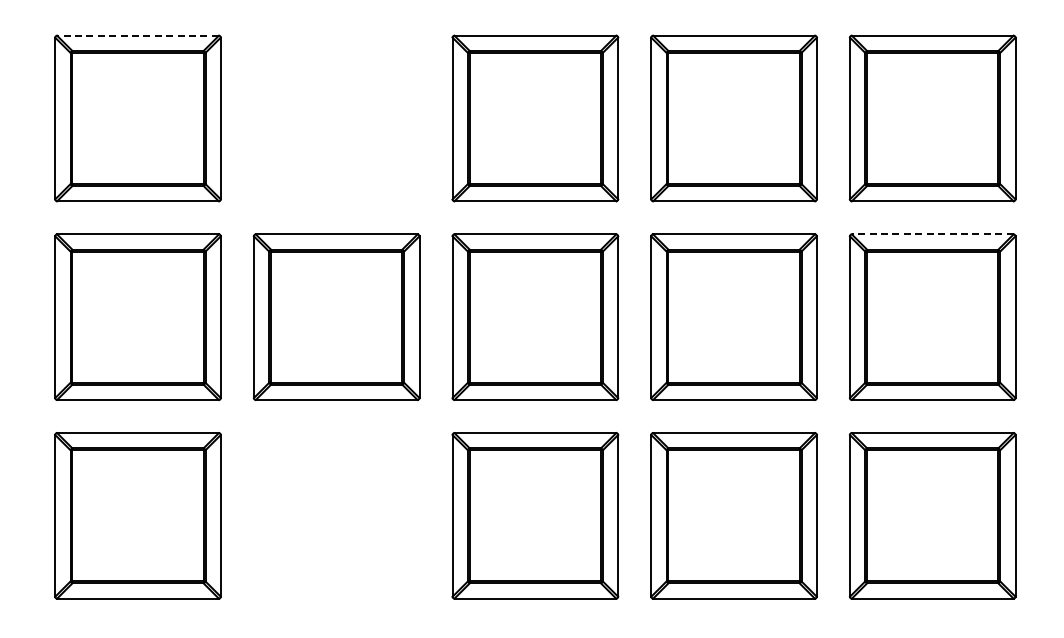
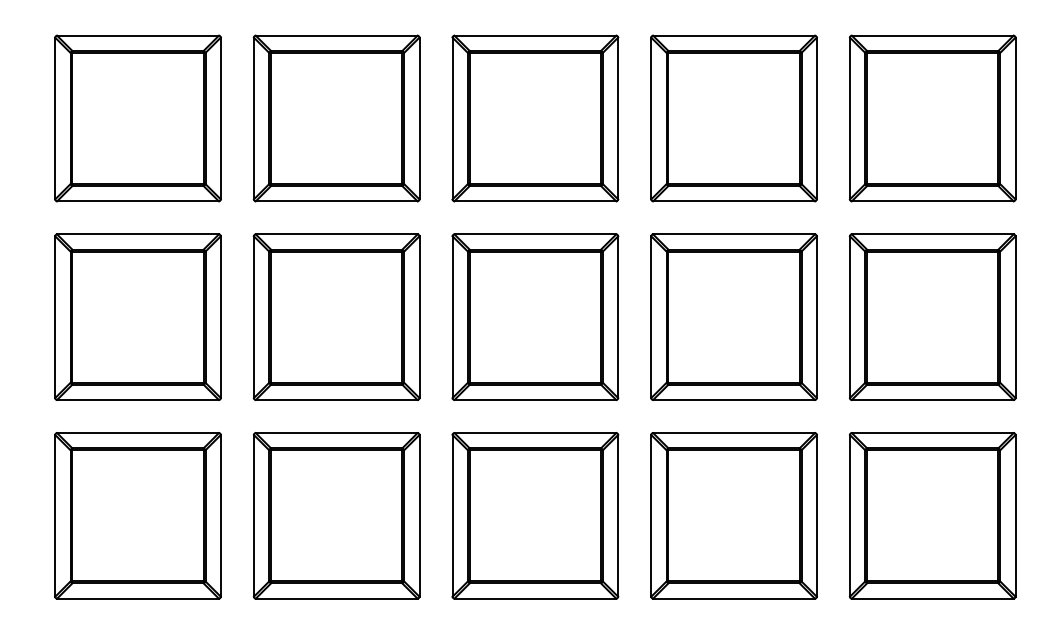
line at (138, 35): dashed -> solid
part at (336, 118): none -> present
line at (932, 234): dashed -> solid
part at (336, 515): none -> present
